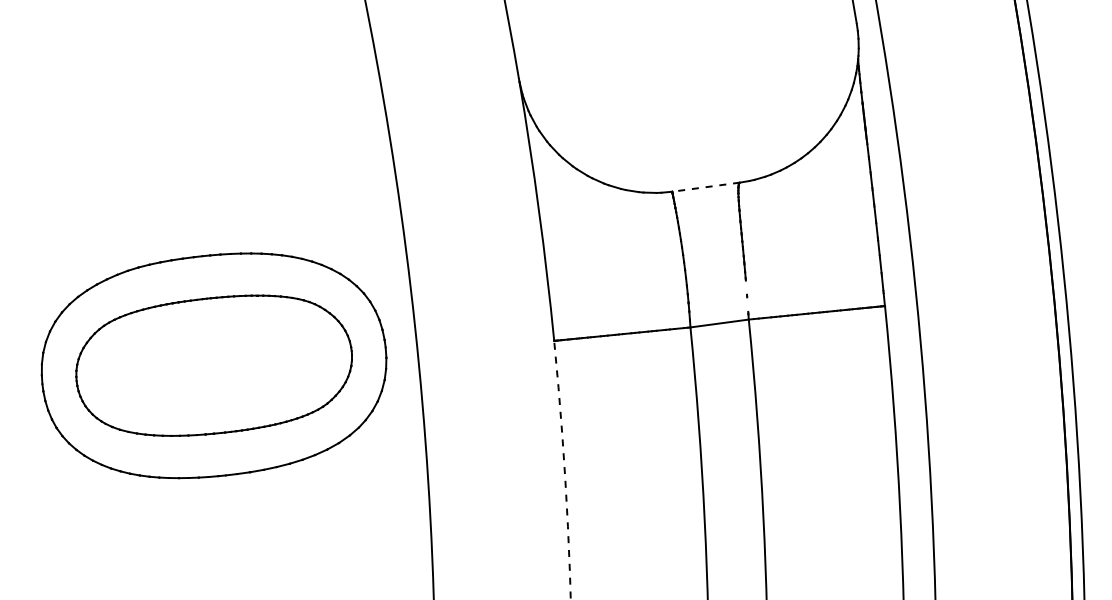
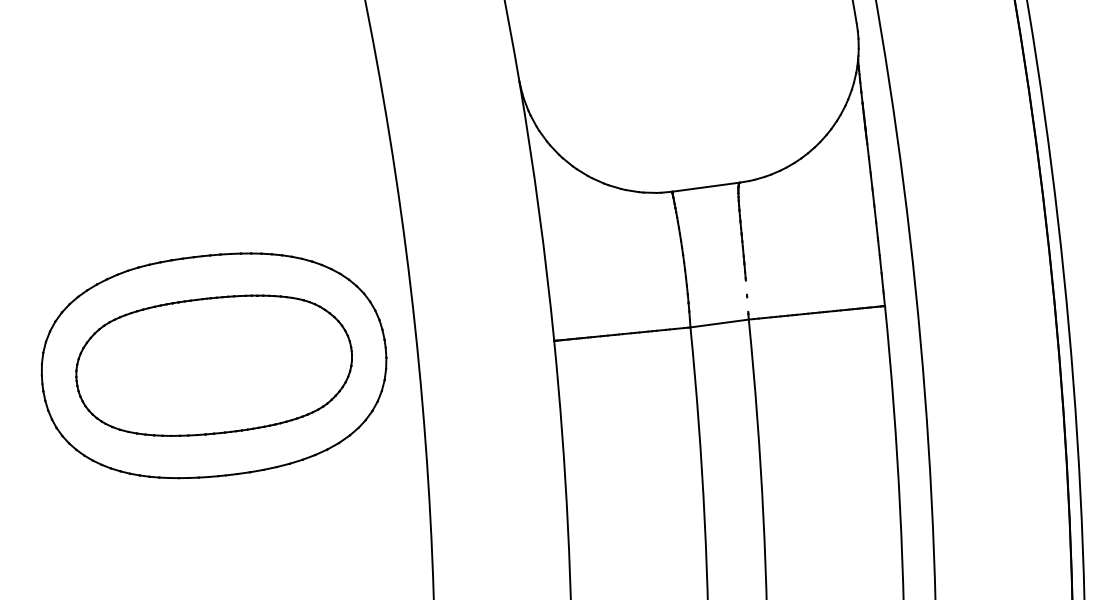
line at (705, 187): dashed -> solid
arc at (564, 469): dashed -> solid
